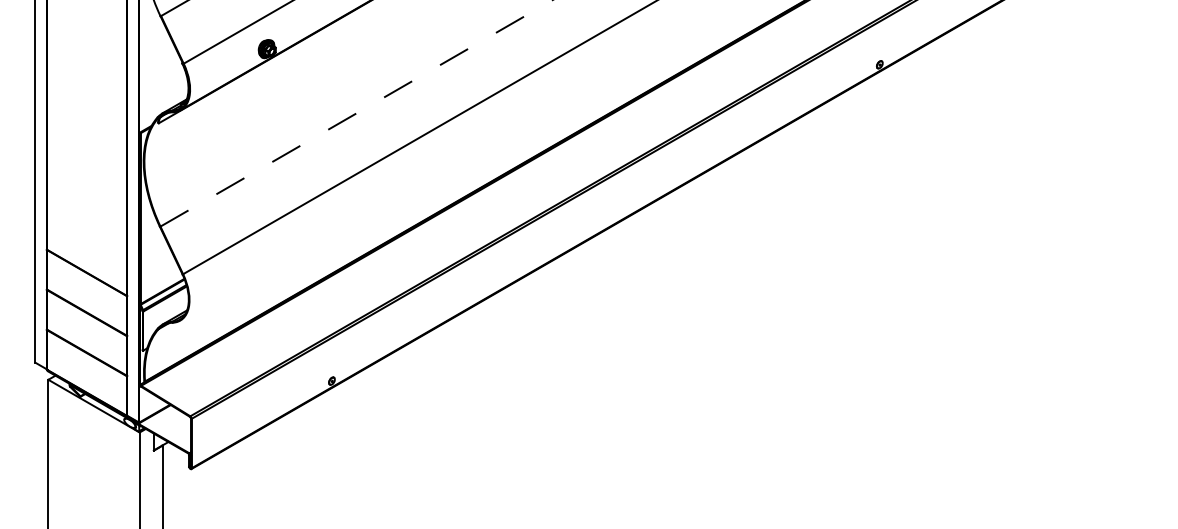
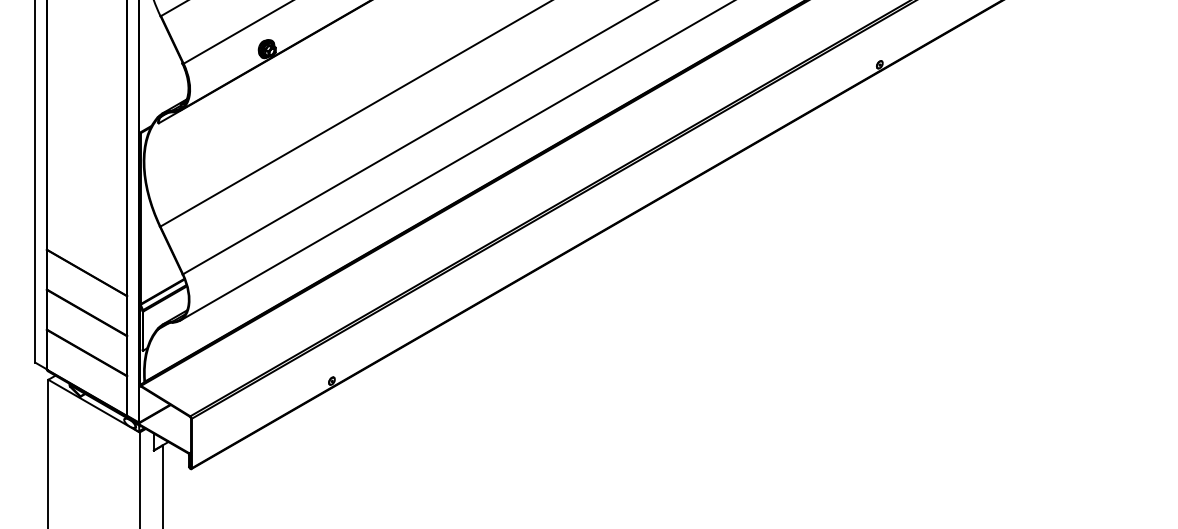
line at (357, 113): dashed -> solid
line at (456, 161): none -> present
